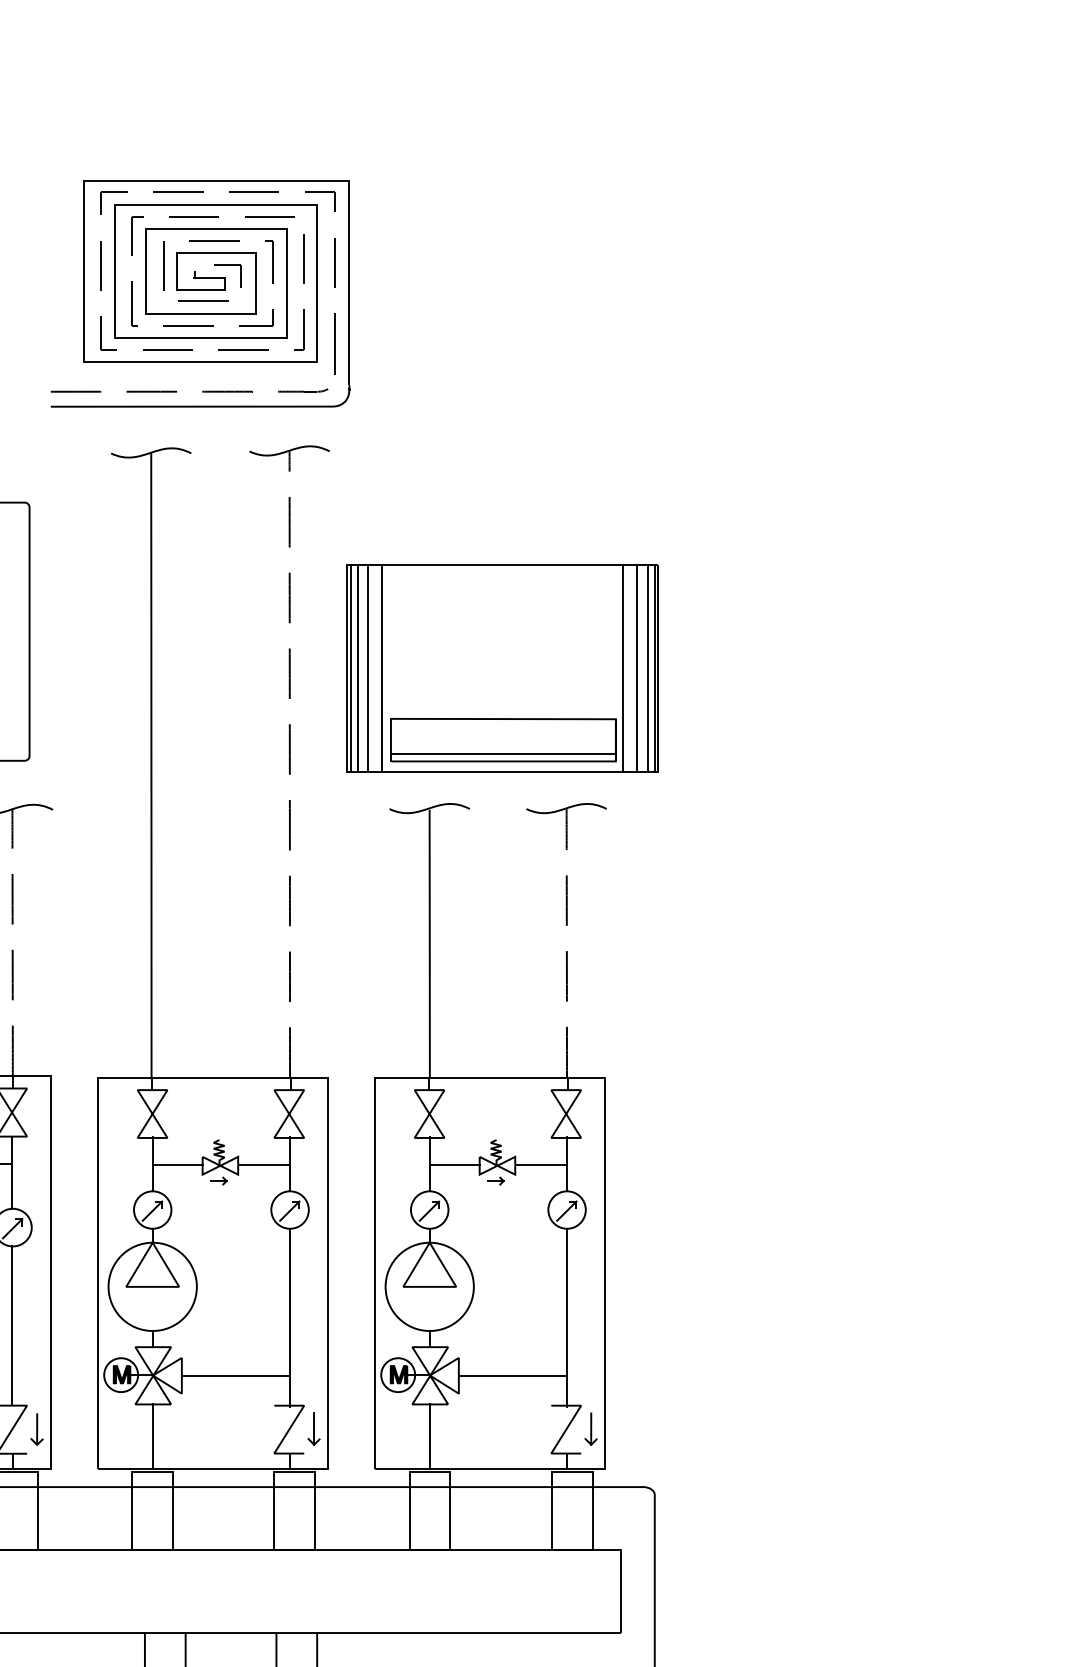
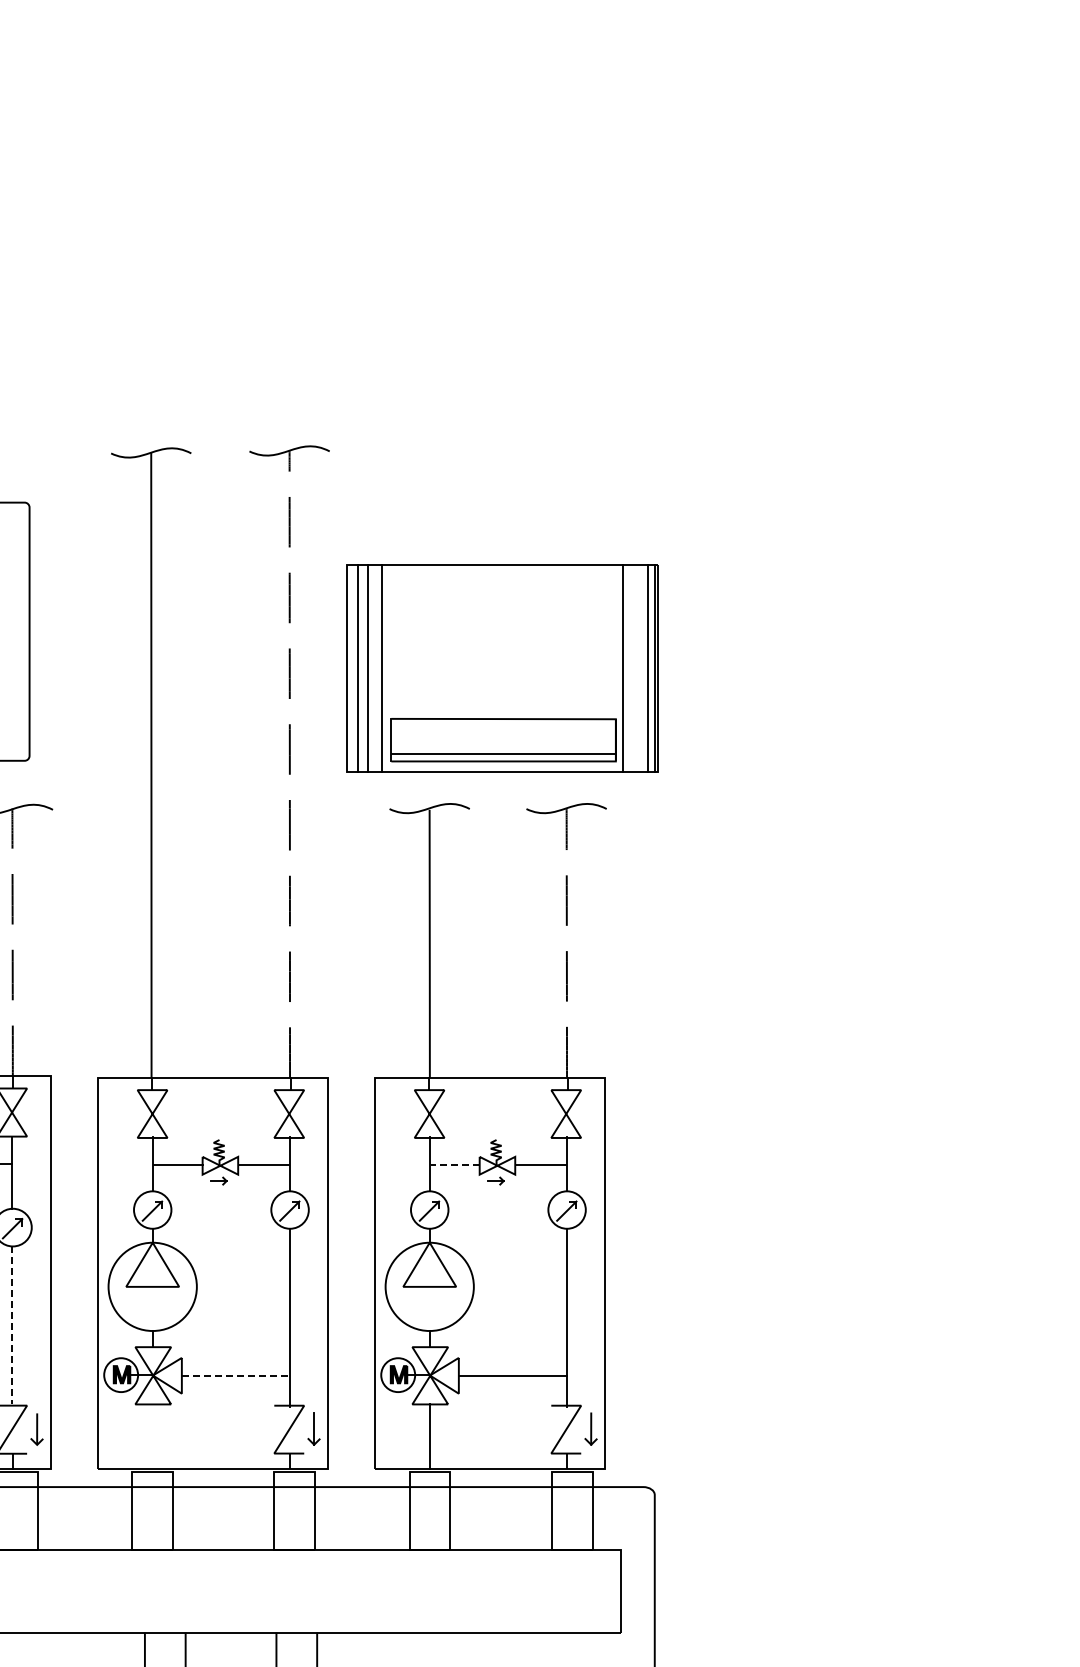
part at (200, 293): present -> none
line at (636, 667): present -> none
line at (350, 668): present -> none
line at (455, 1165): solid -> dashed
line at (12, 1325): solid -> dashed
line at (236, 1375): solid -> dashed
line at (152, 1436): present -> none
